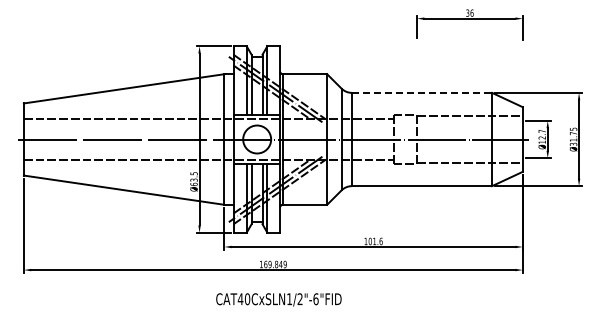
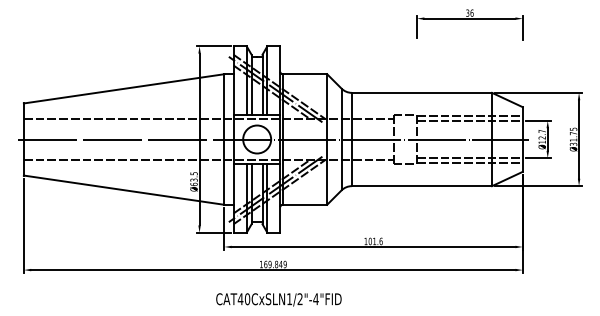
line at (422, 92): dashed -> solid
line at (469, 120): none -> present
line at (469, 158): none -> present
text at (315, 299): CAT40CxSLN1/2"-6"FID -> CAT40CxSLN1/2"-4"FID
